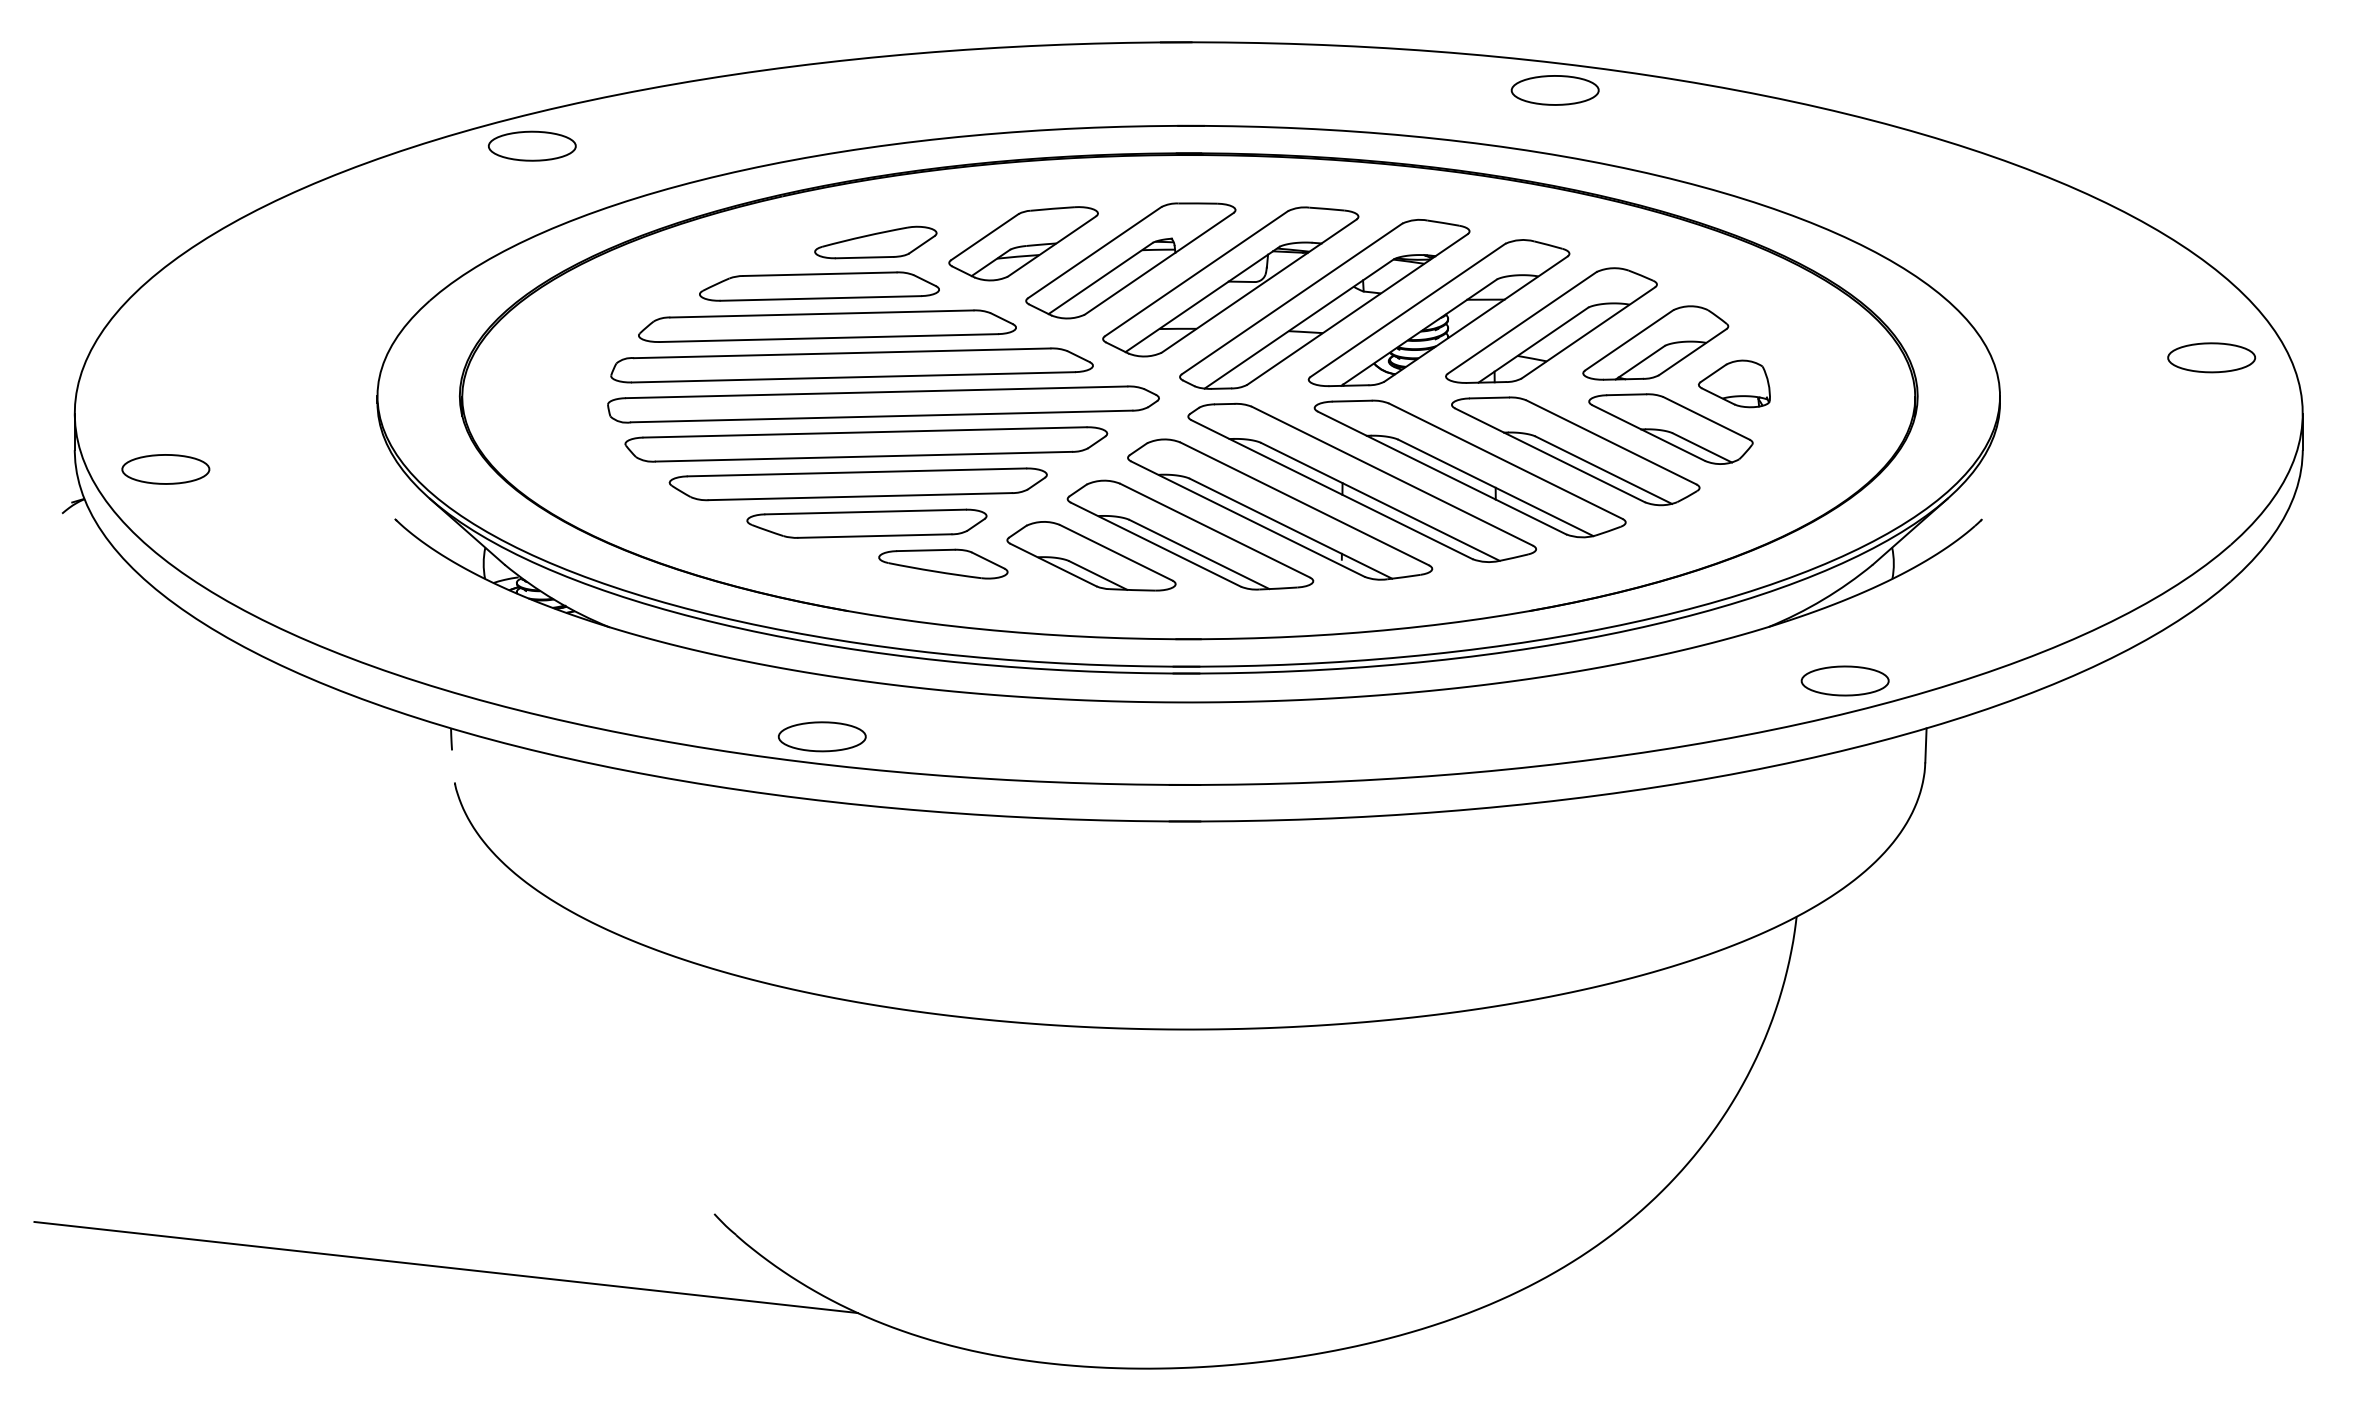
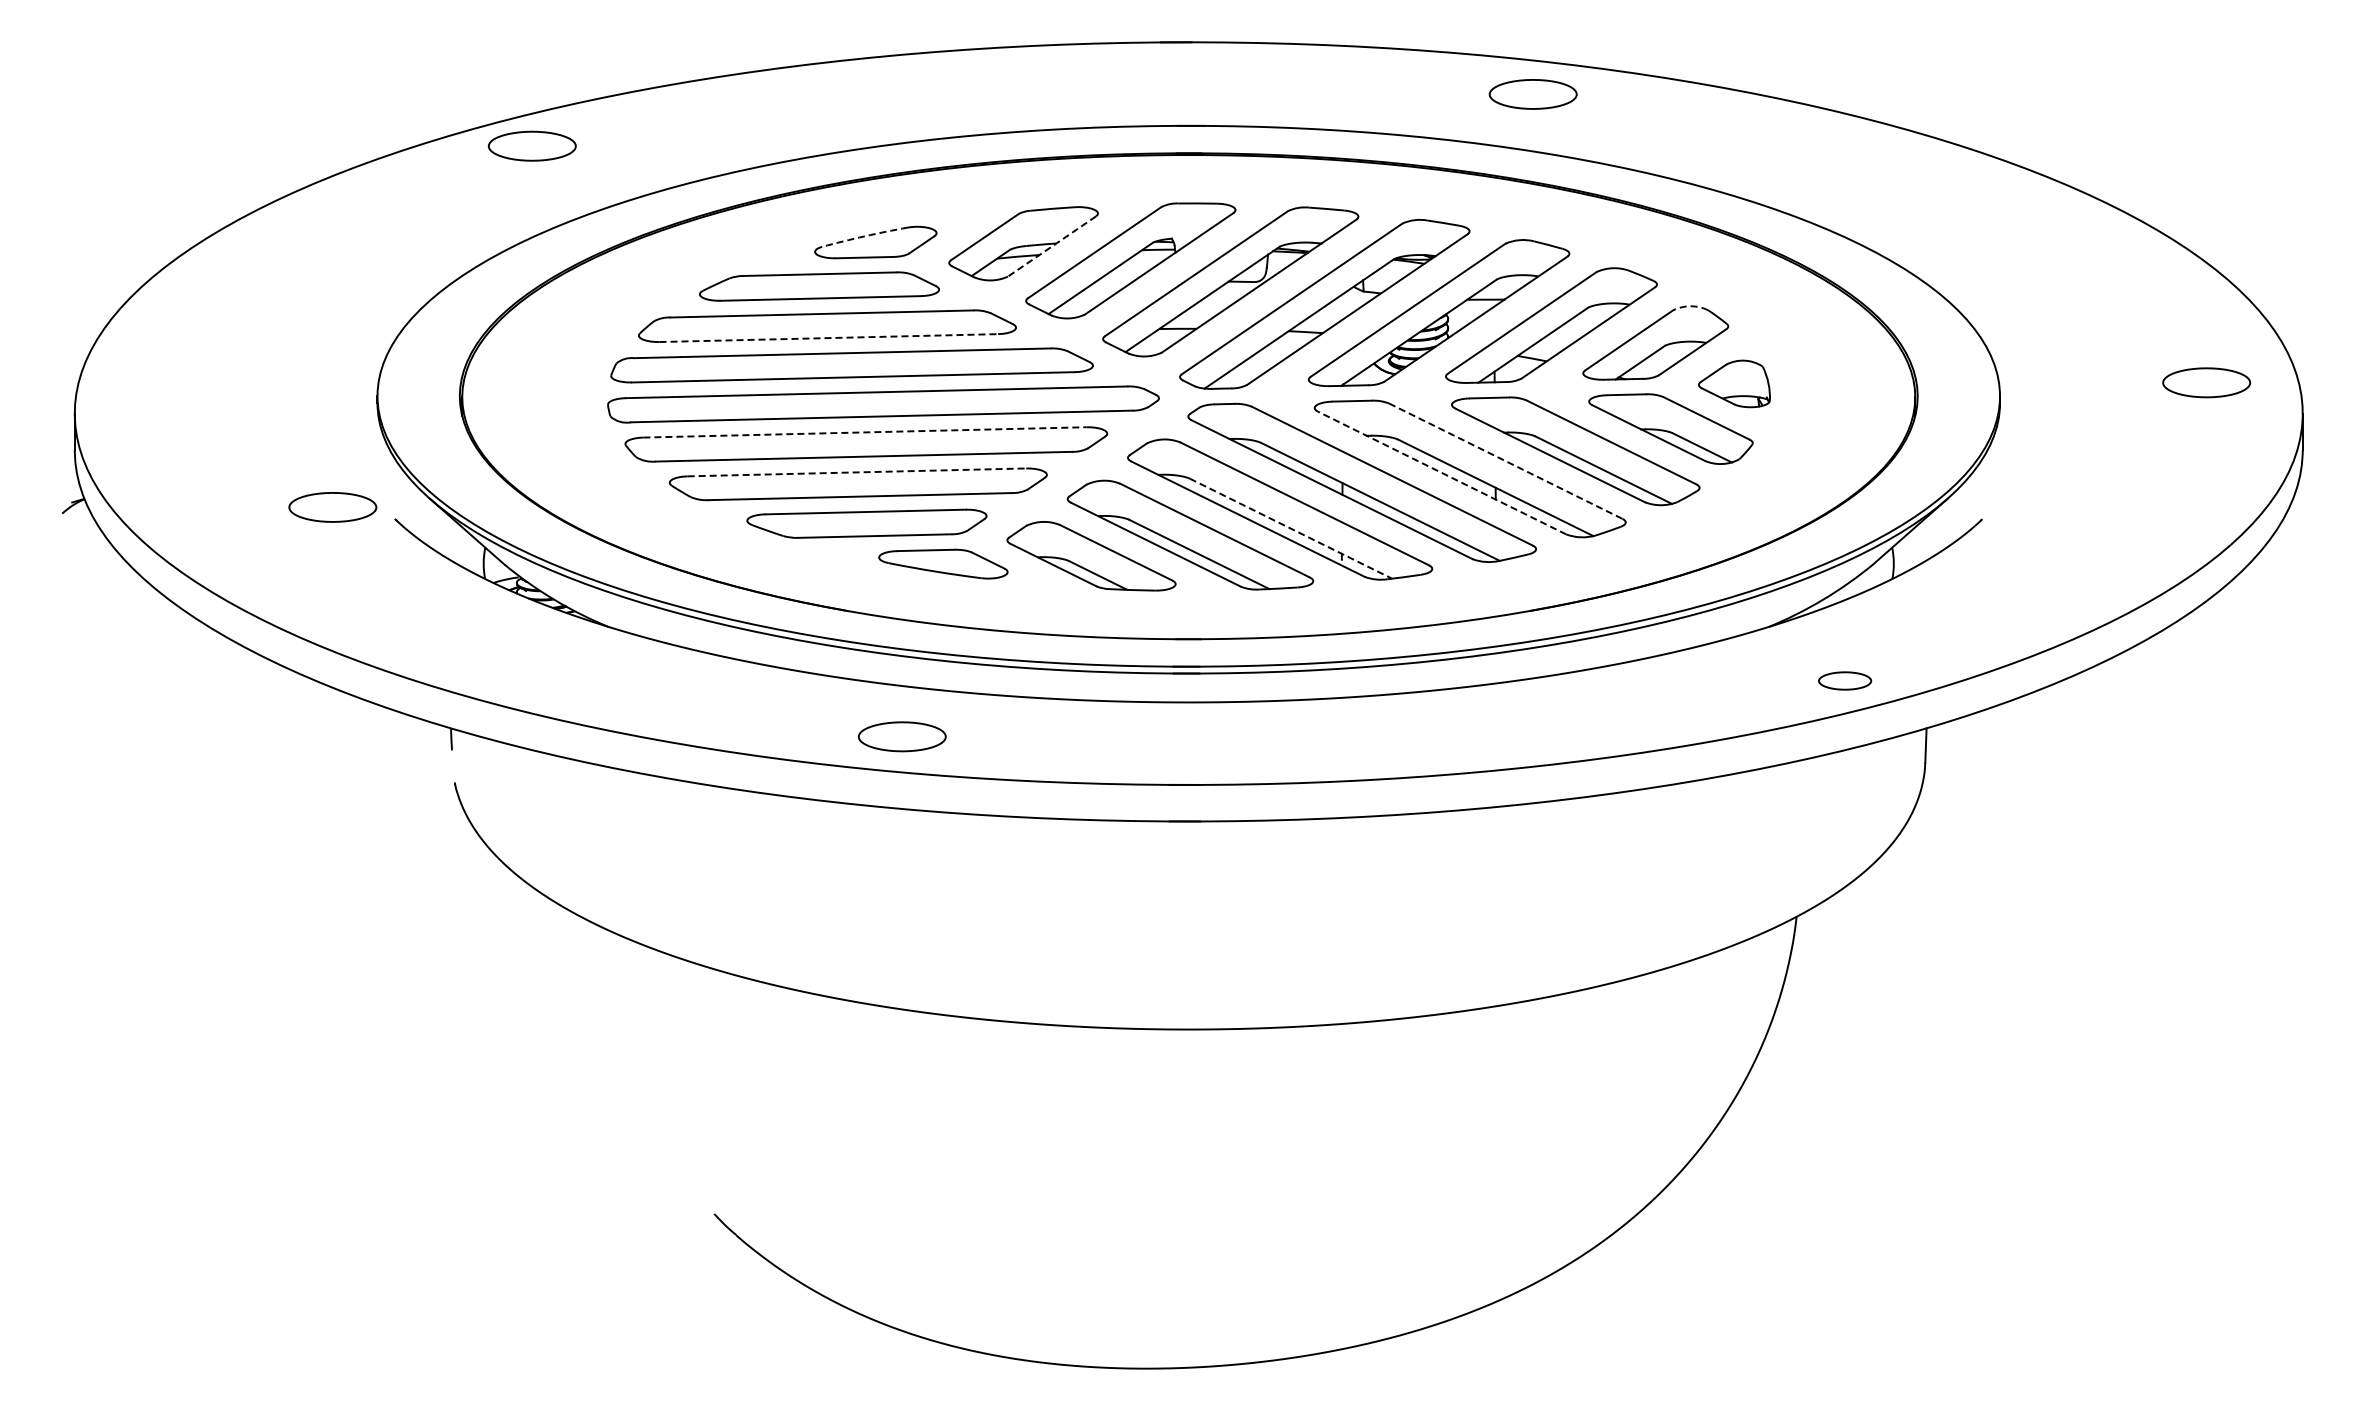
part at (1554, 90) position: (1554, 90) -> (1532, 94)
arc at (864, 236): solid -> dashed
line at (1051, 246): solid -> dashed
arc at (1690, 306): solid -> dashed
line at (829, 338): solid -> dashed
part at (2211, 357) position: (2211, 357) -> (2206, 382)
line at (864, 432): solid -> dashed
line at (1506, 461): solid -> dashed
part at (165, 469) position: (165, 469) -> (332, 507)
line at (857, 472): solid -> dashed
line at (1442, 473): solid -> dashed
line at (1291, 528): solid -> dashed
part at (1844, 680) size: 90x32 px -> 55x20 px
part at (821, 736) position: (821, 736) -> (901, 736)
line at (445, 1267): present -> none
